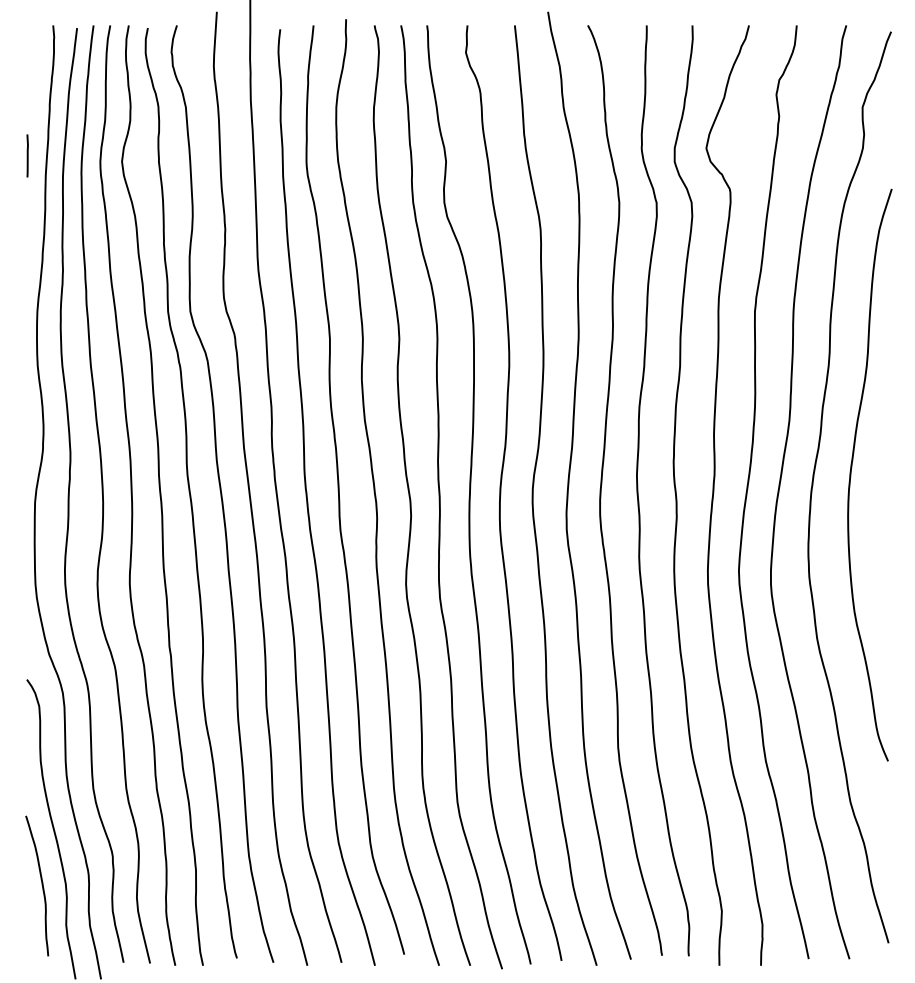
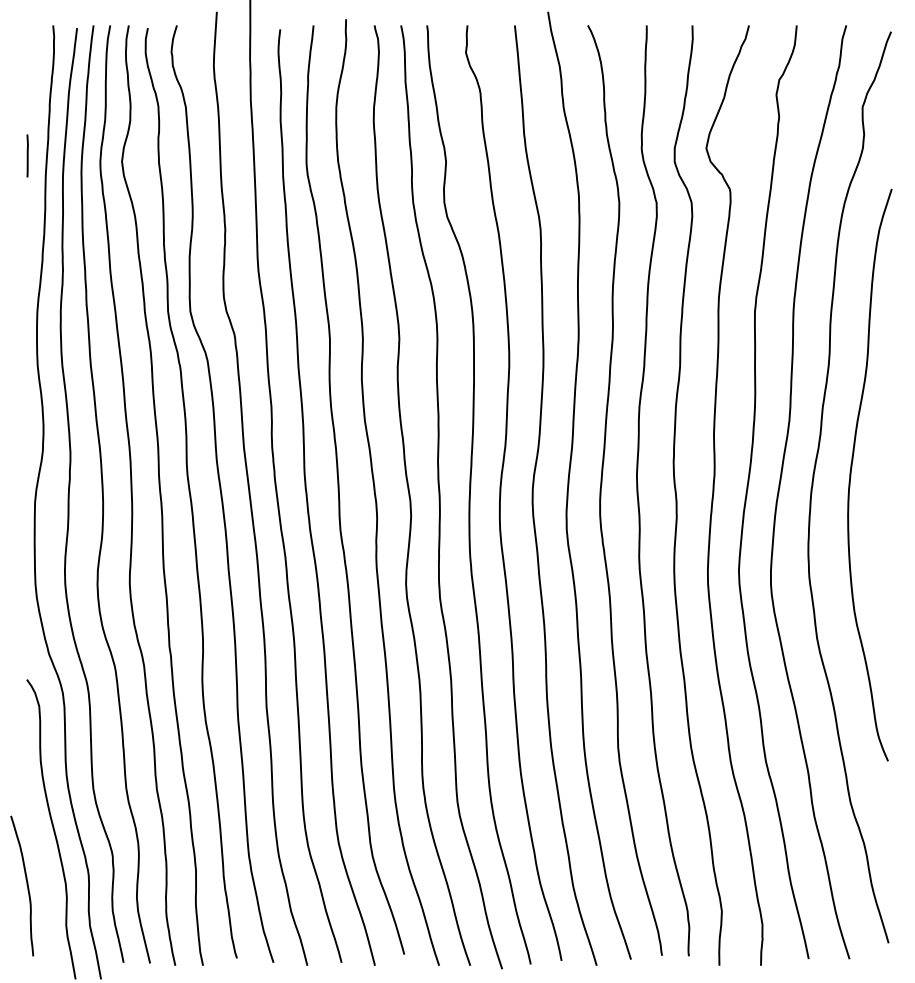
curve at (41, 885) position: (41, 885) -> (26, 885)
